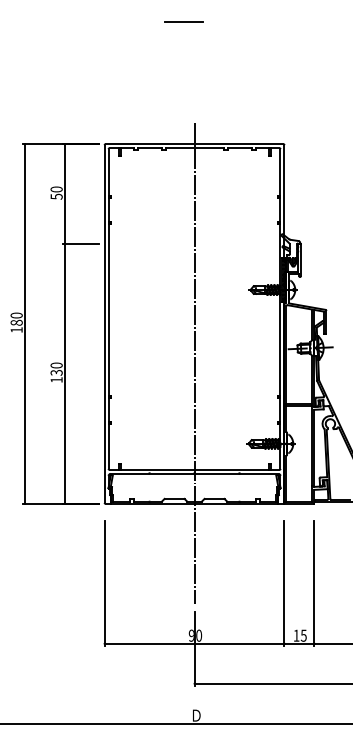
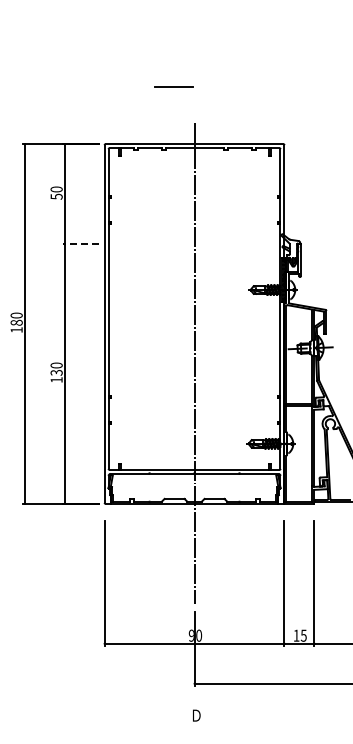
line at (183, 21) position: (183, 21) -> (173, 86)
line at (80, 244): solid -> dashed
line at (175, 723): present -> none
